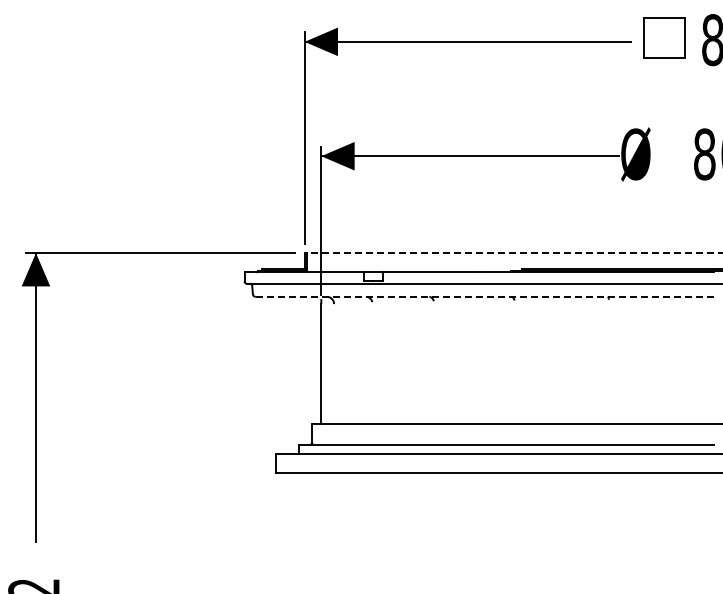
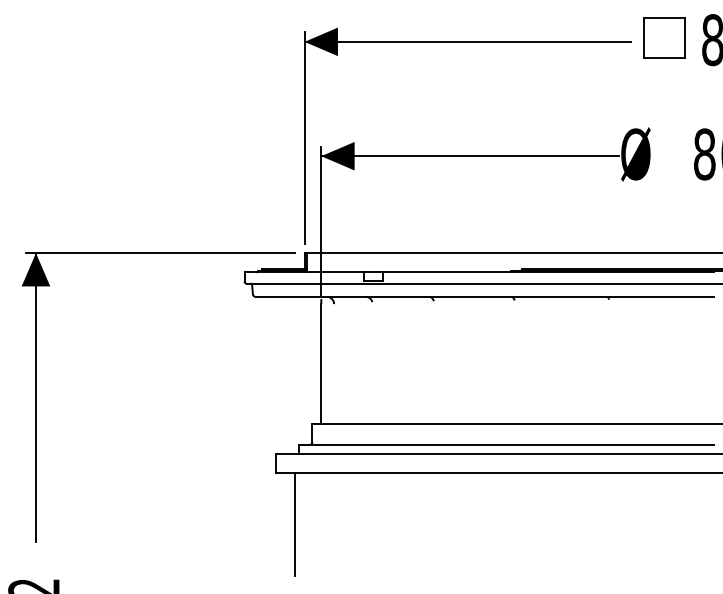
line at (514, 253): dashed -> solid
line at (484, 296): dashed -> solid
line at (295, 524): none -> present
